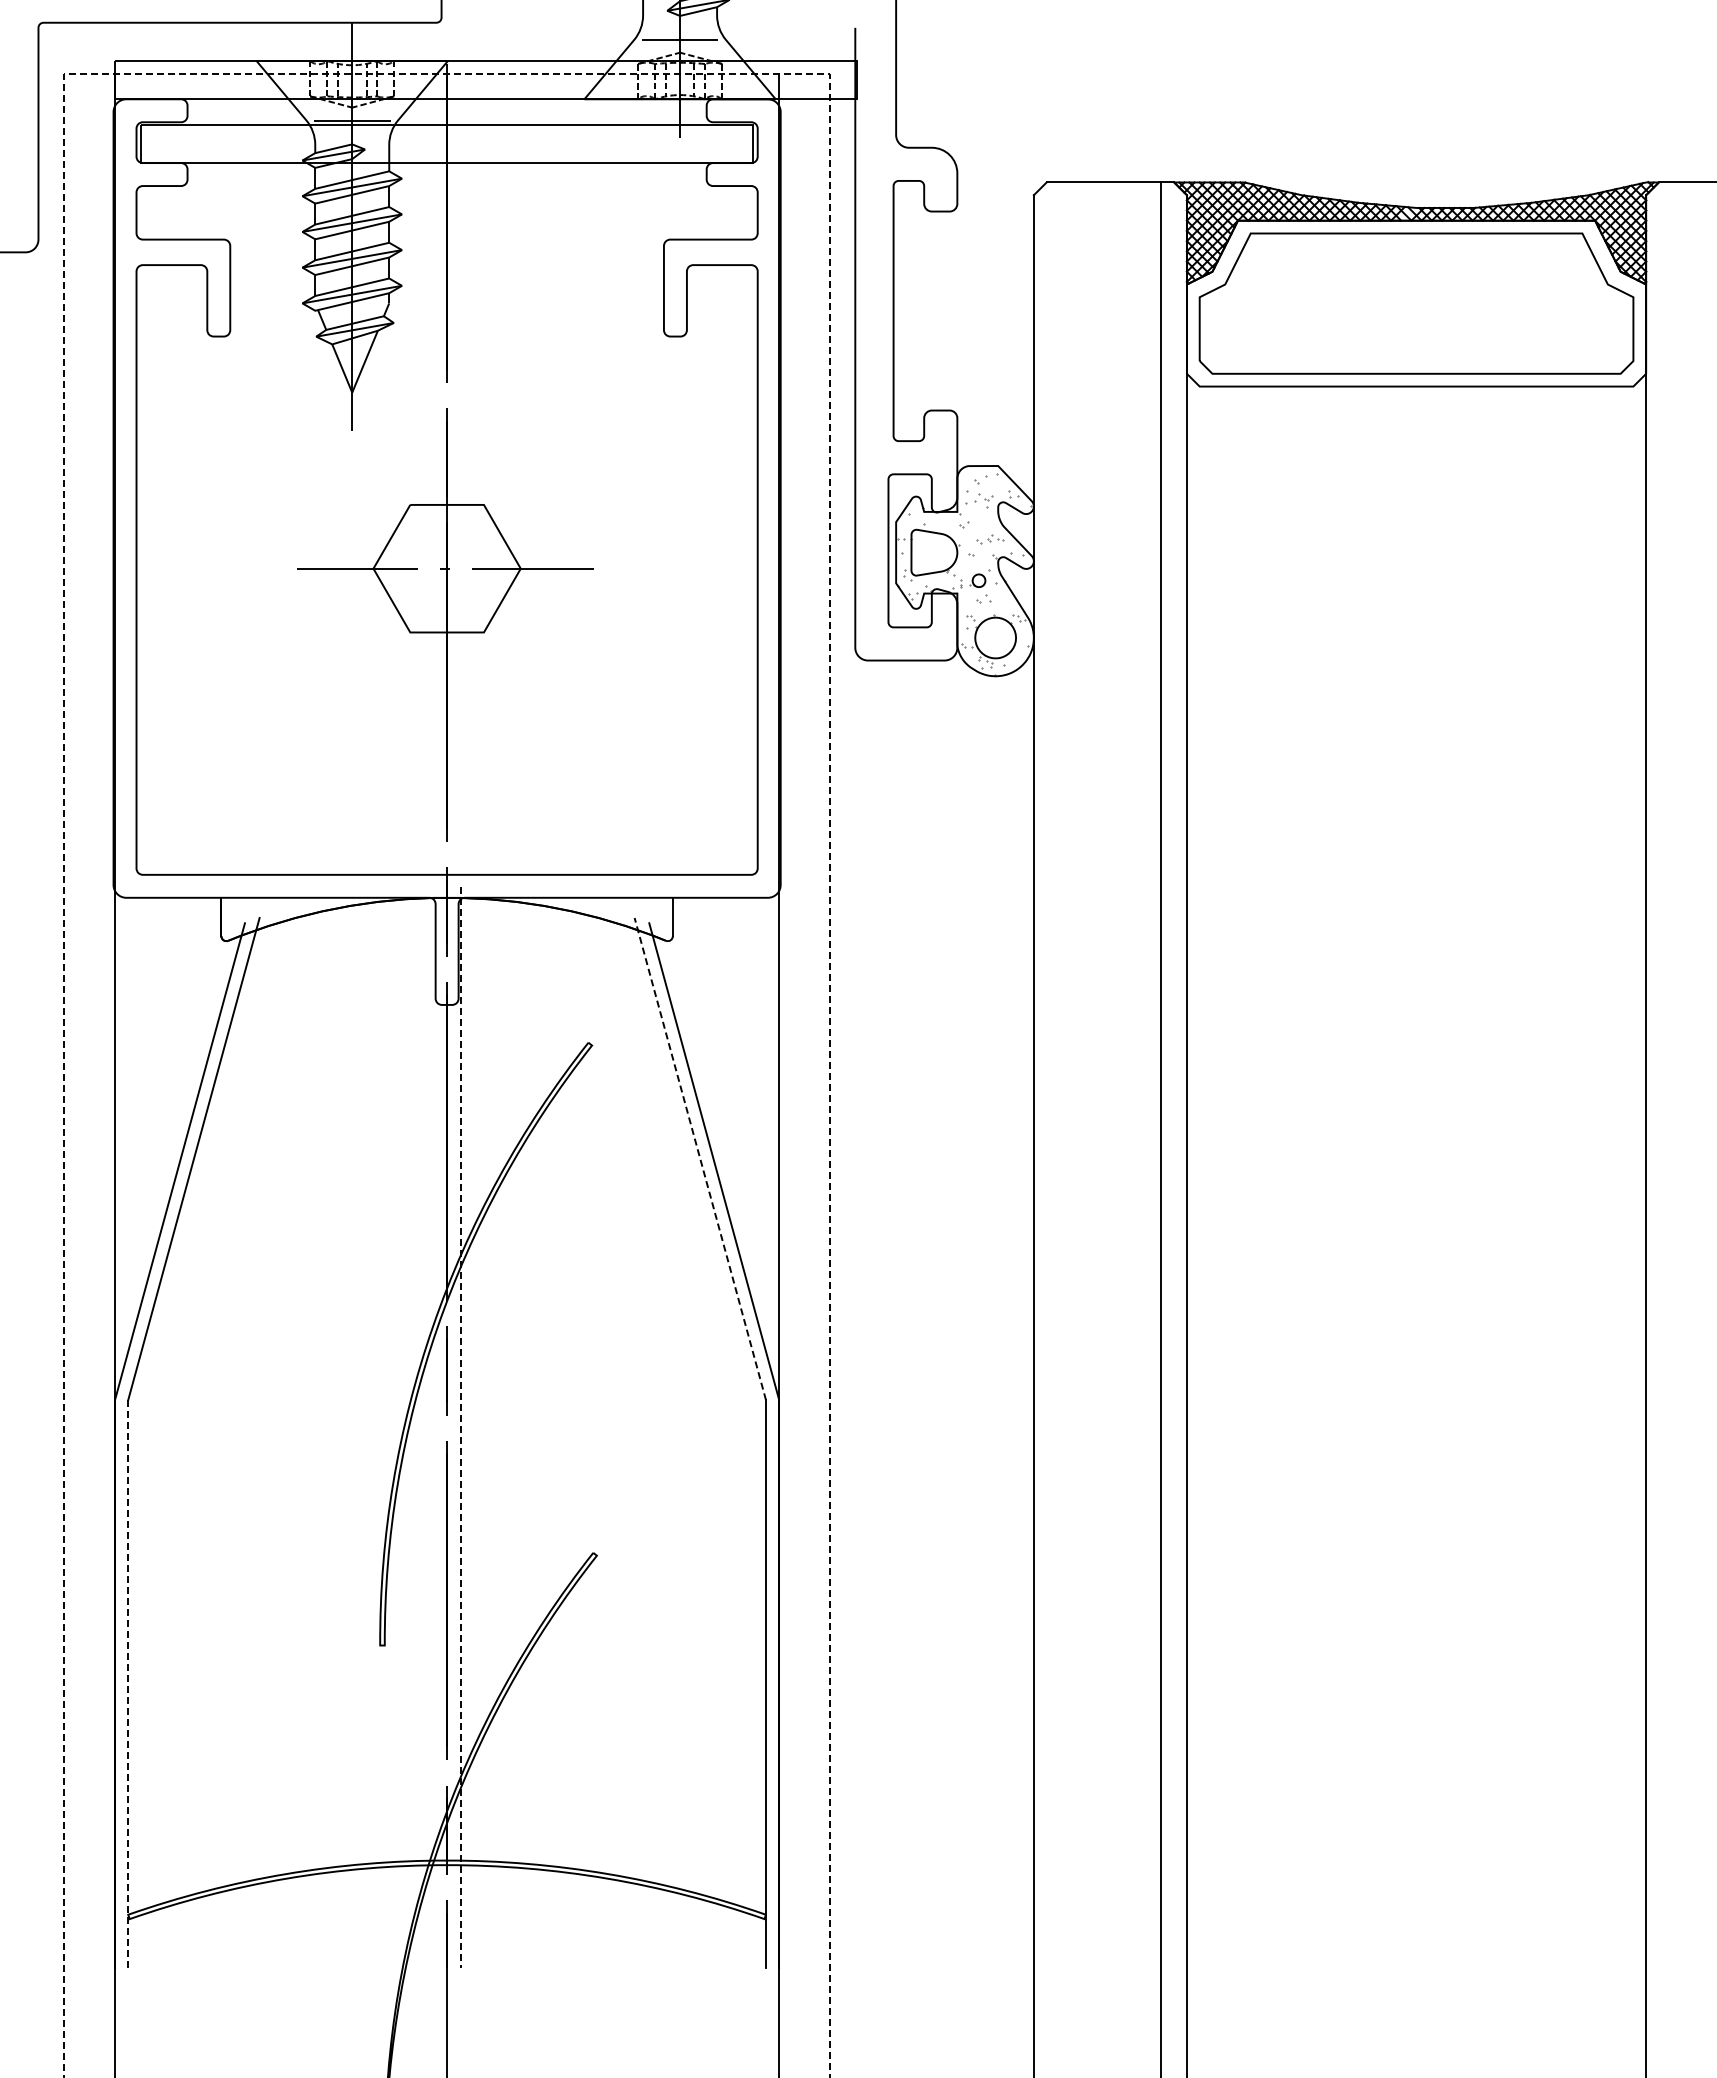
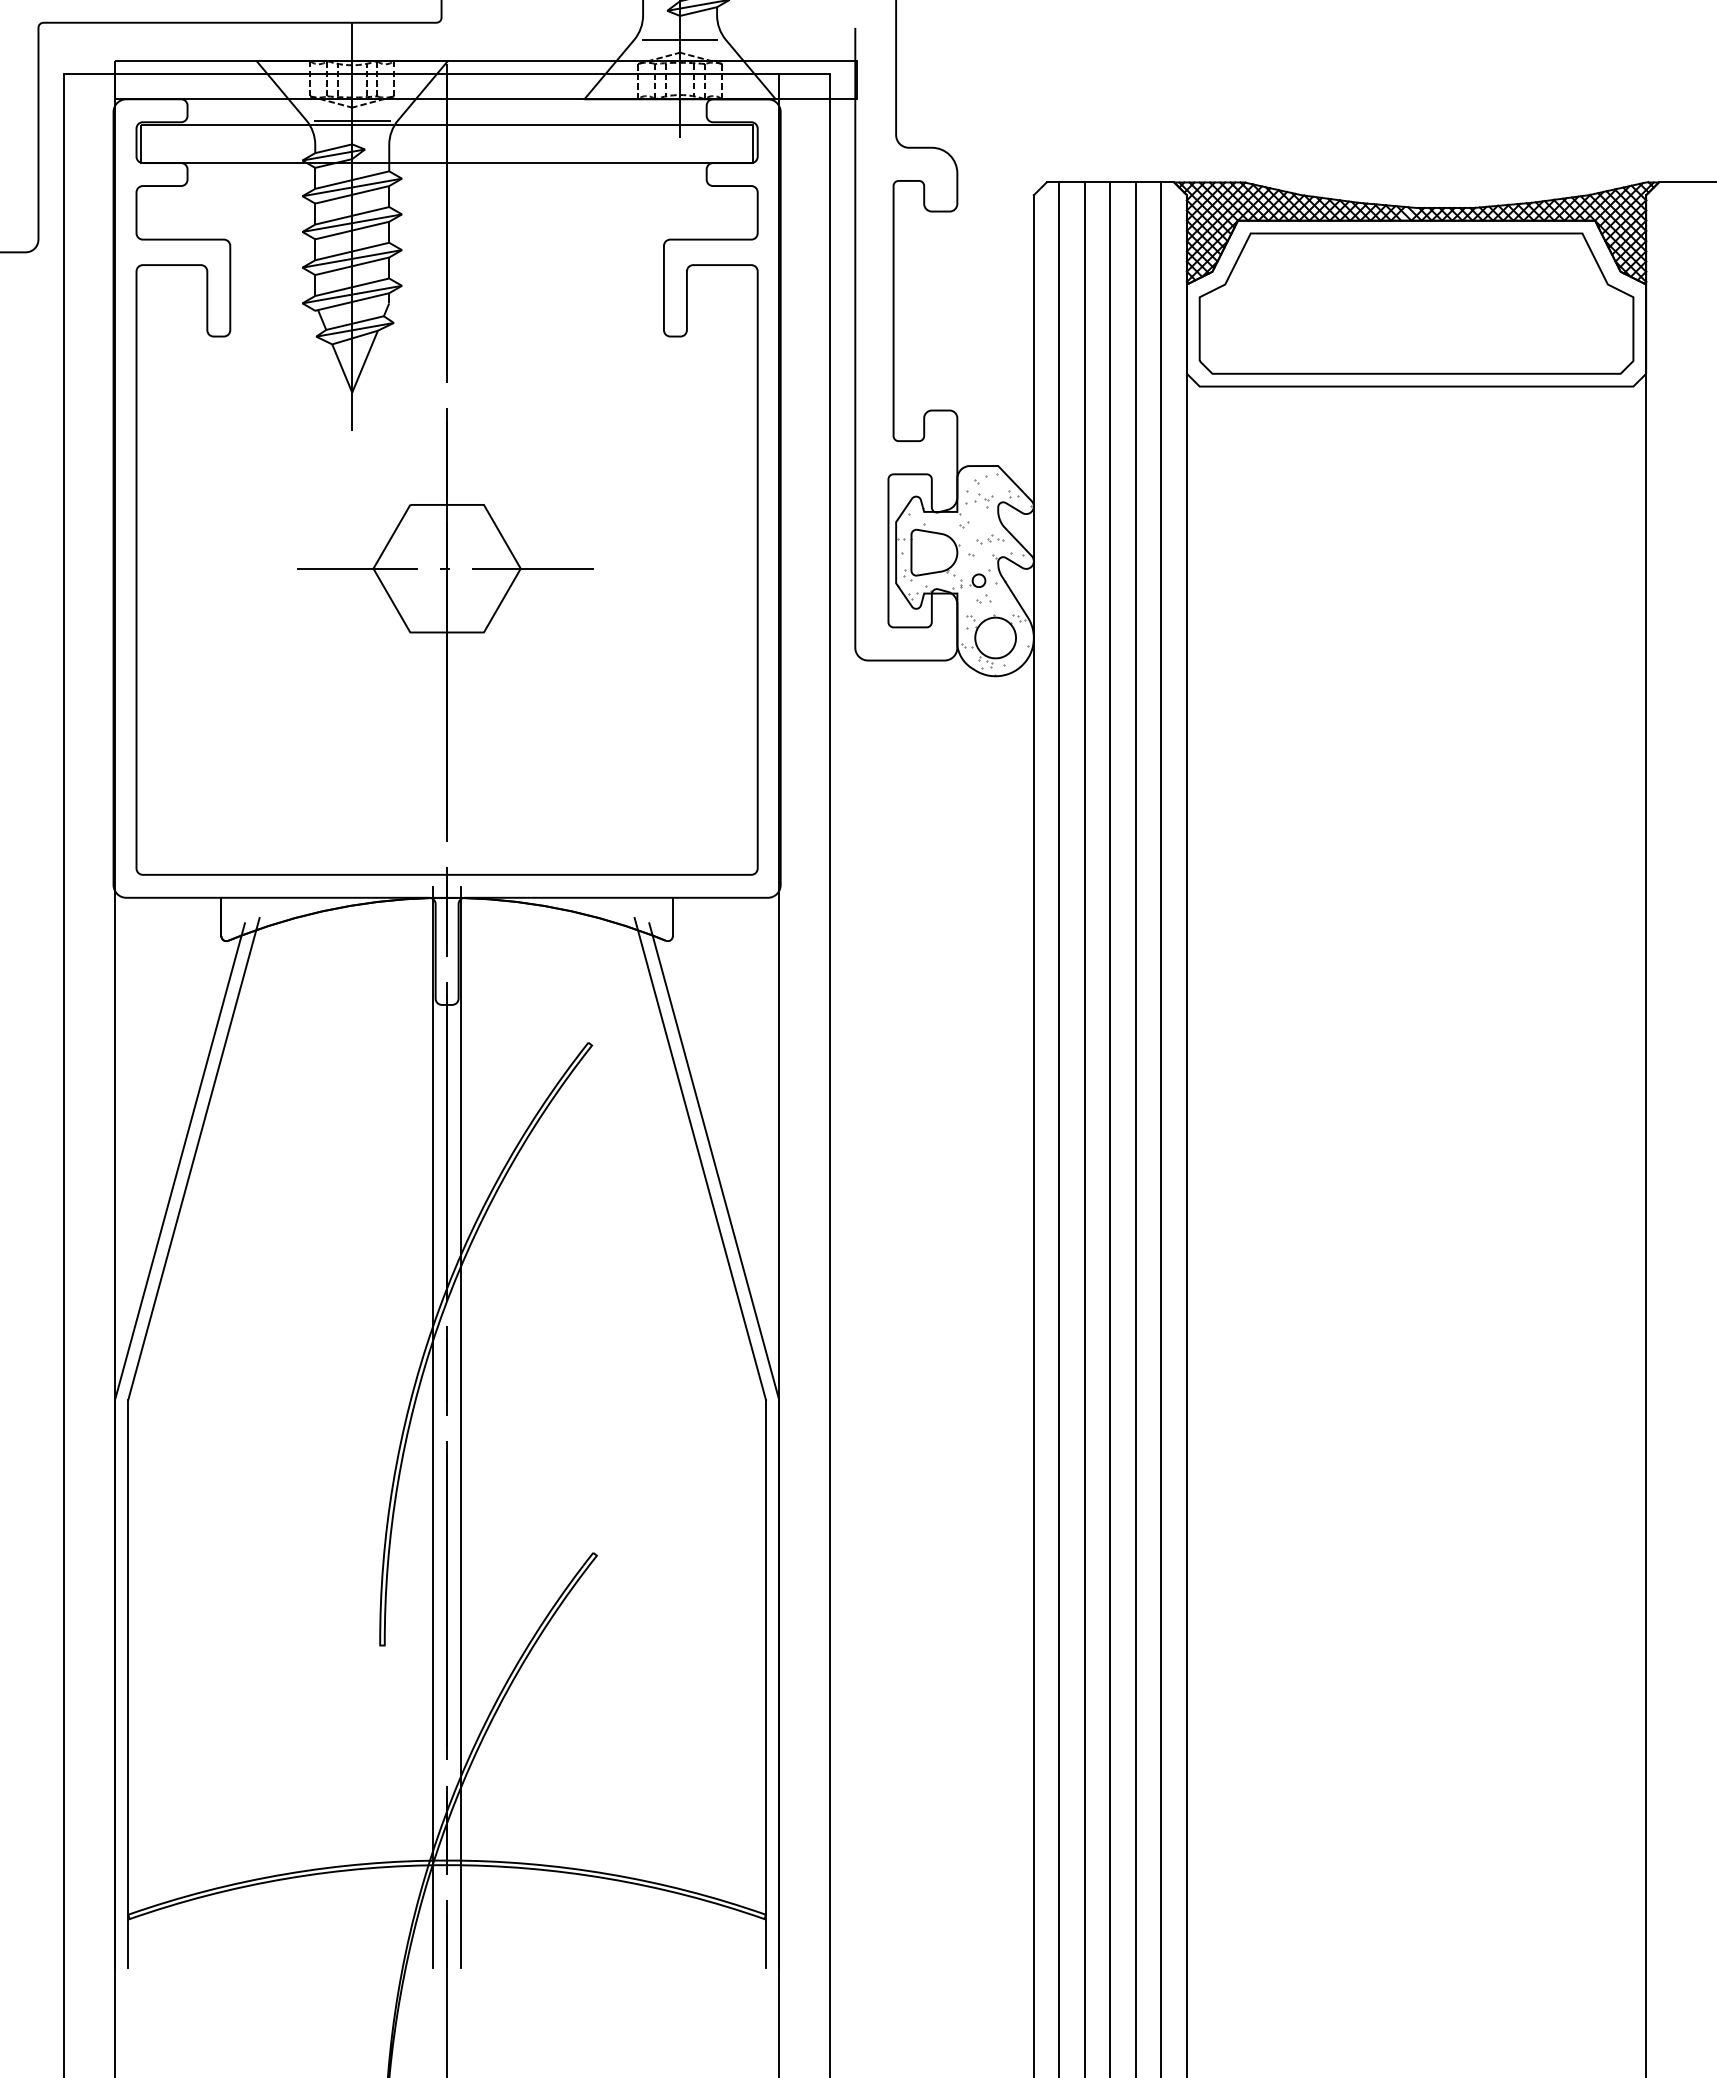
line at (447, 73): dashed -> solid
line at (1059, 1128): none -> present
line at (1084, 1128): none -> present
line at (1110, 1128): none -> present
line at (1135, 1128): none -> present
line at (700, 1159): dashed -> solid
line at (433, 1427): none -> present
line at (461, 1427): dashed -> solid
line at (128, 1684): dashed -> solid
